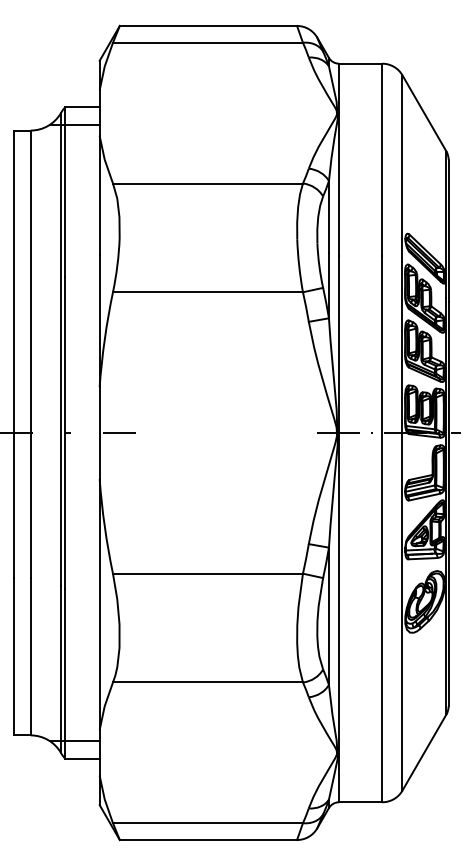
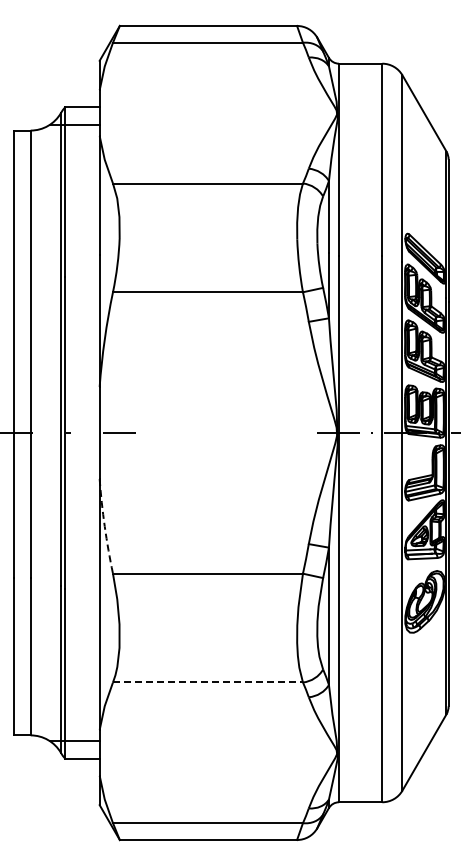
arc at (104, 526): solid -> dashed
line at (207, 682): solid -> dashed
